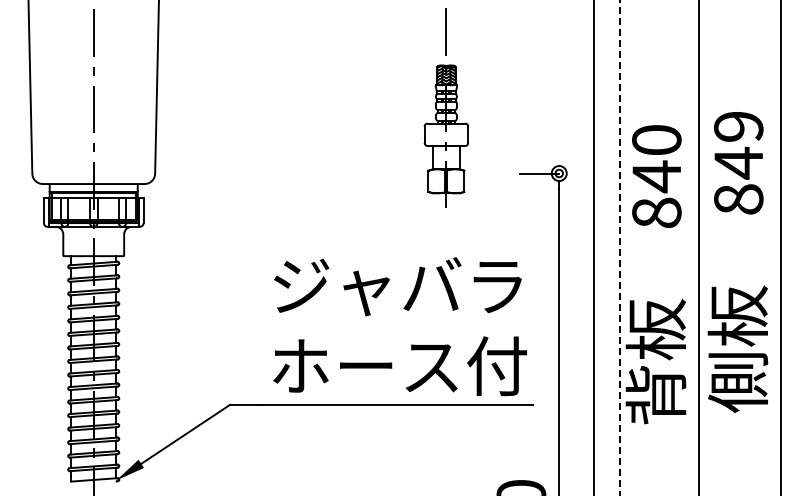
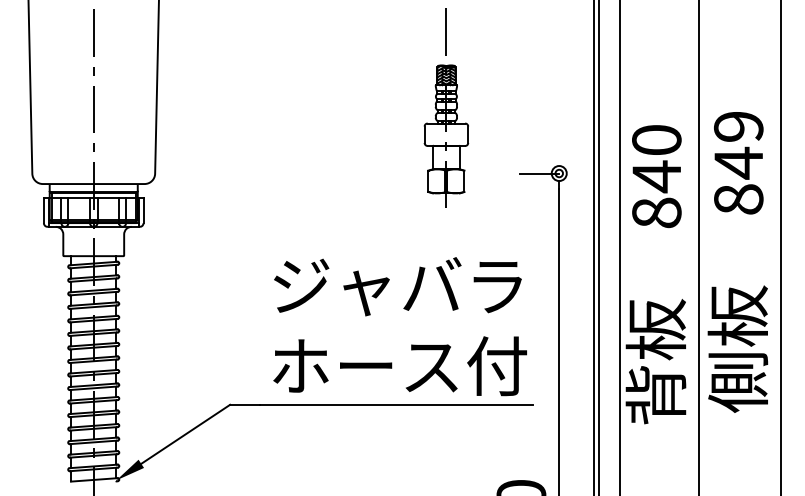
line at (598, 247): none -> present
line at (619, 247): dashed -> solid
